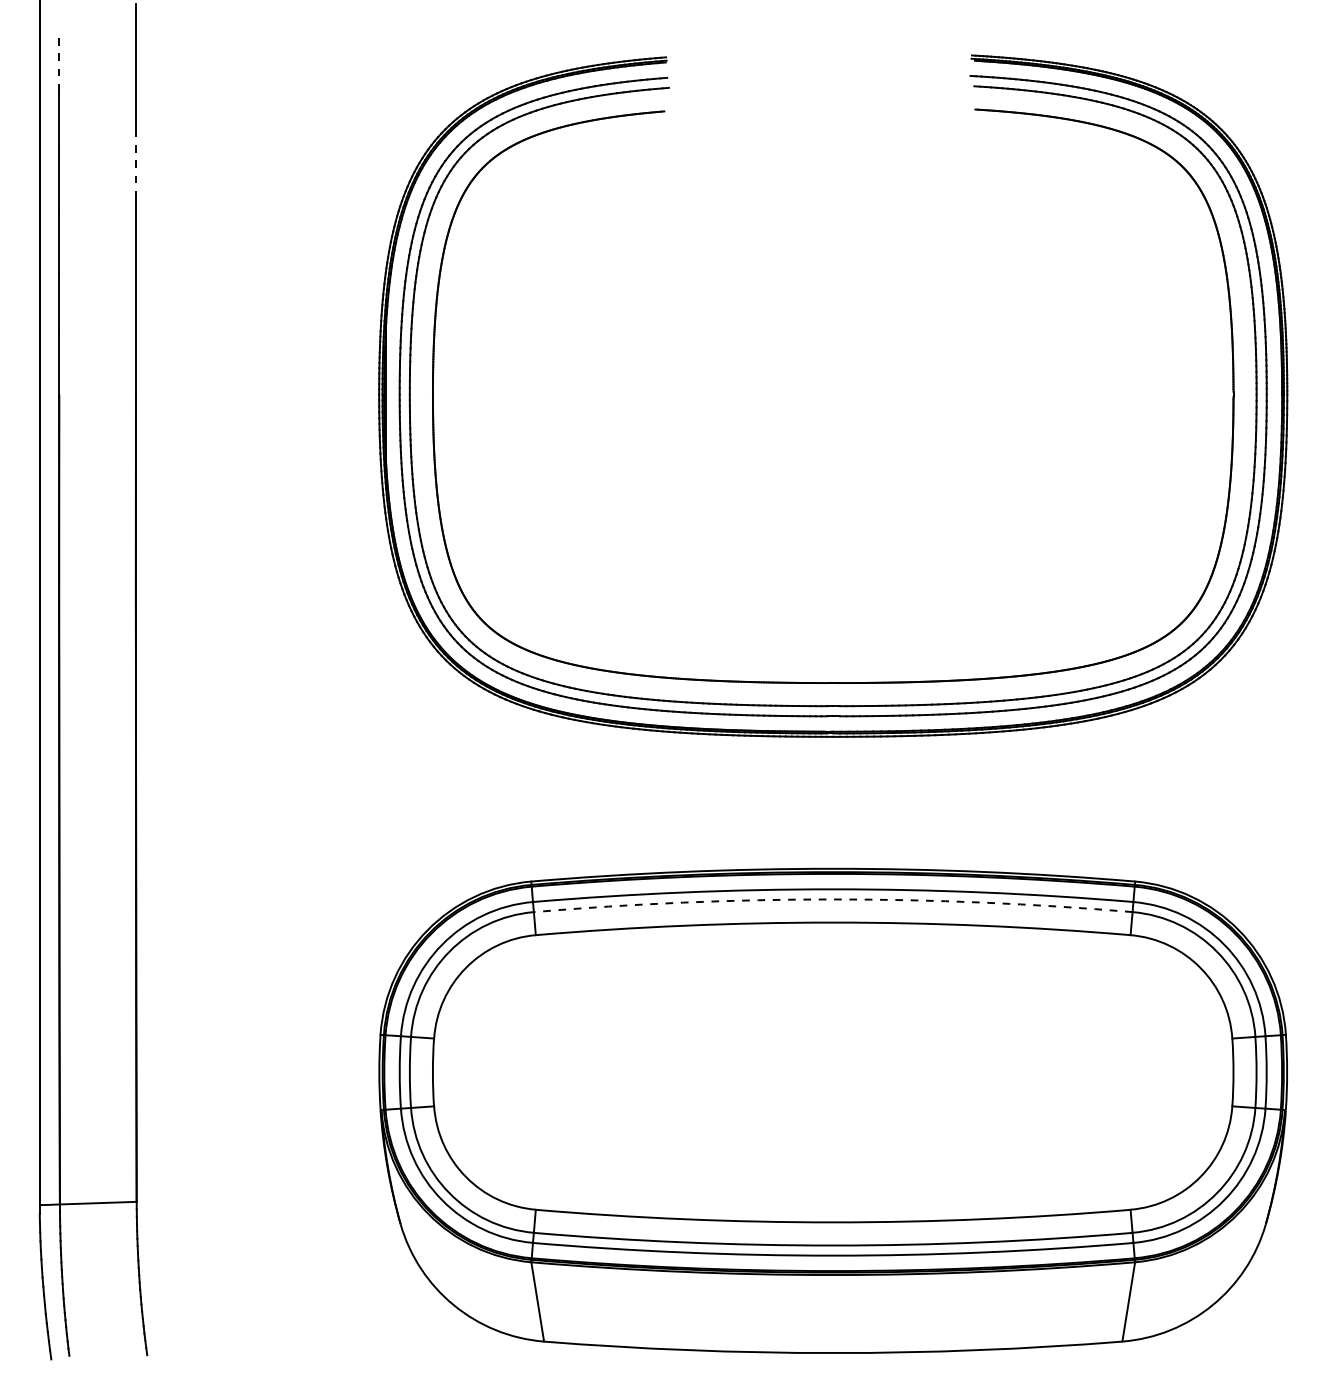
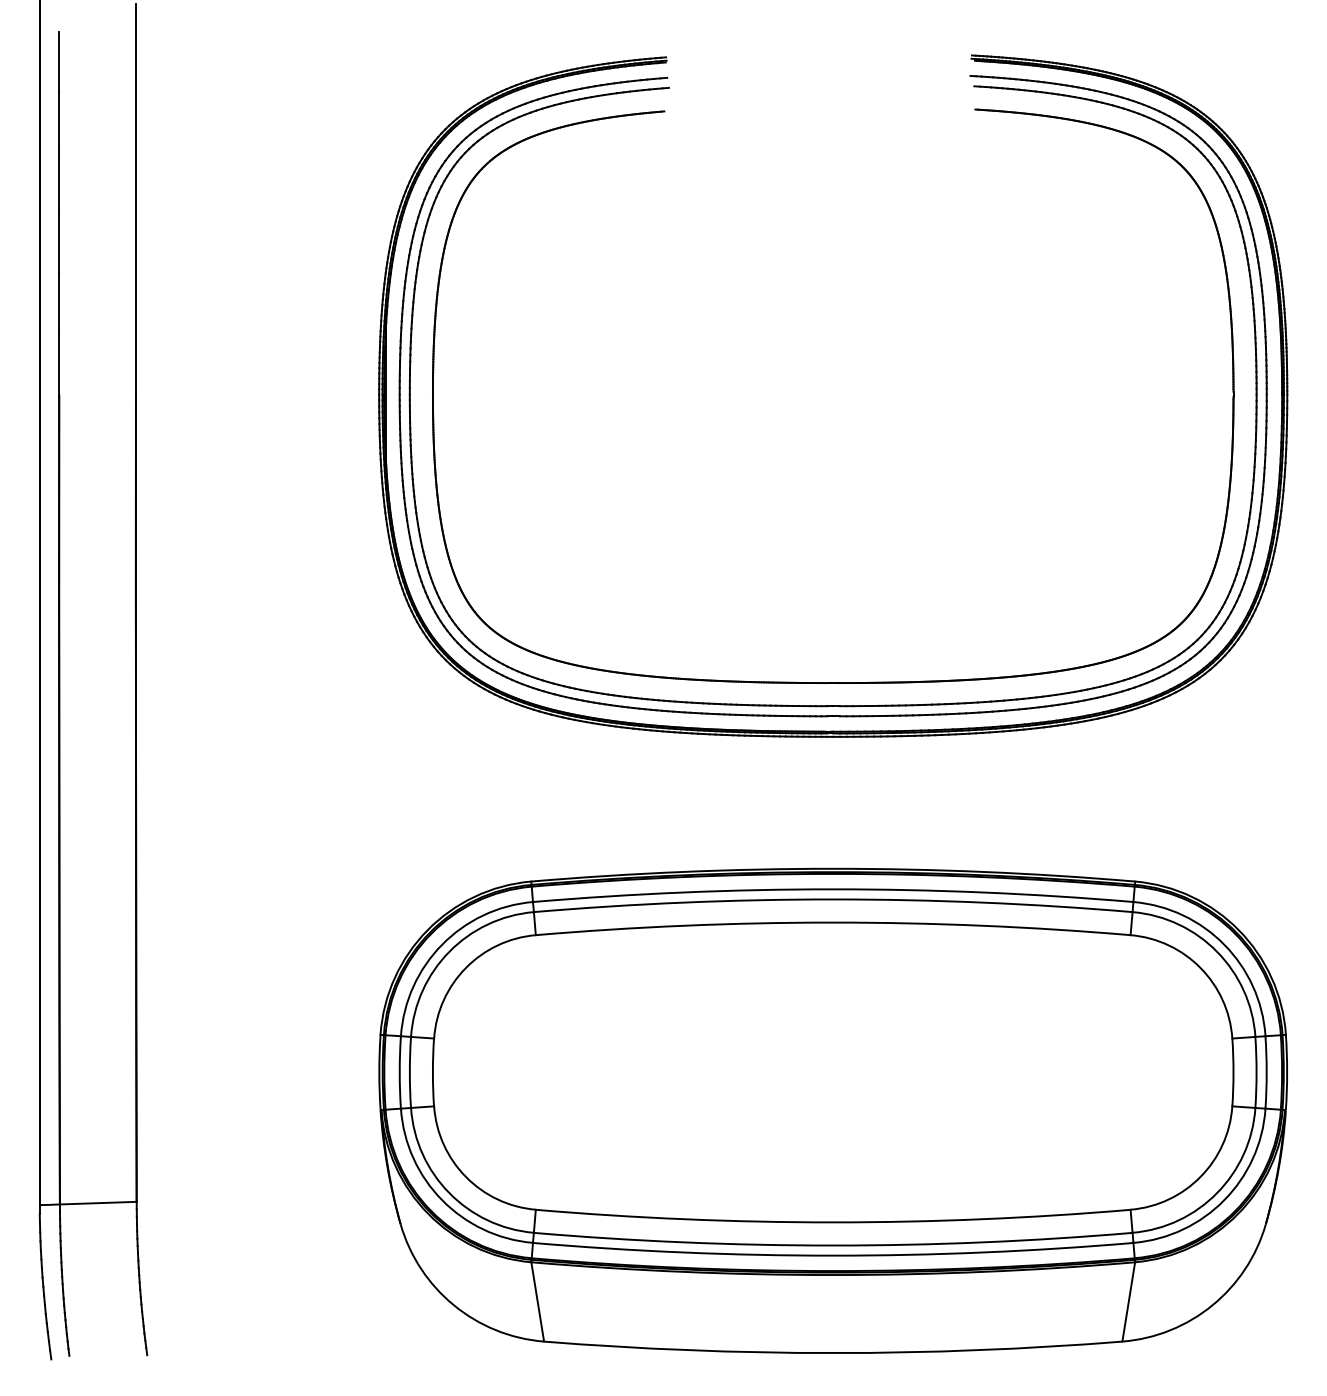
line at (59, 61): dashed -> solid
line at (135, 166): dashed -> solid
arc at (833, 899): dashed -> solid
